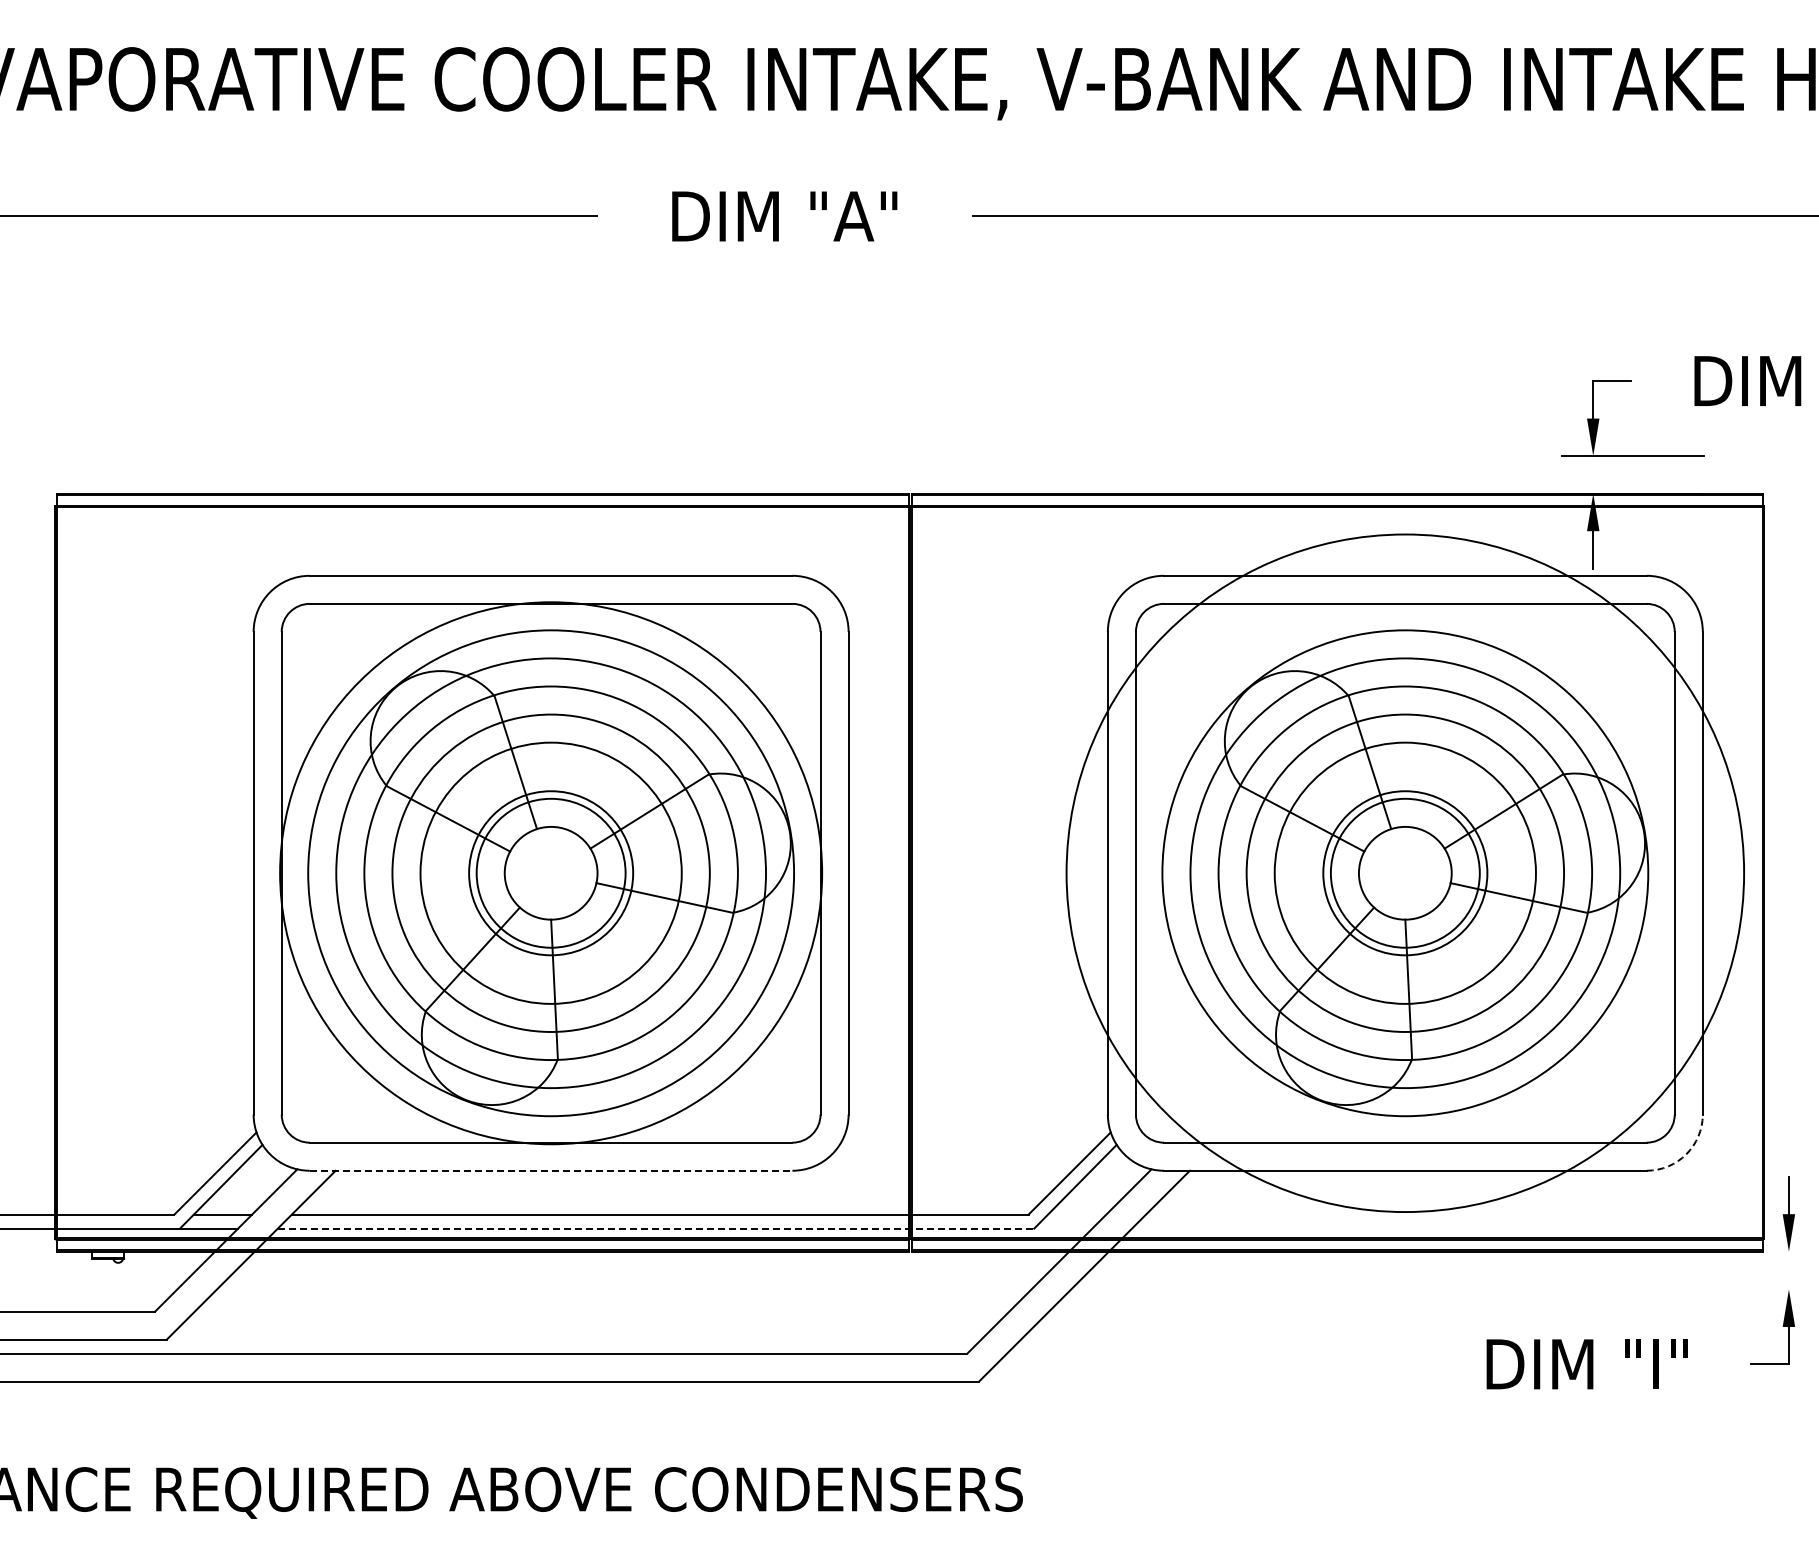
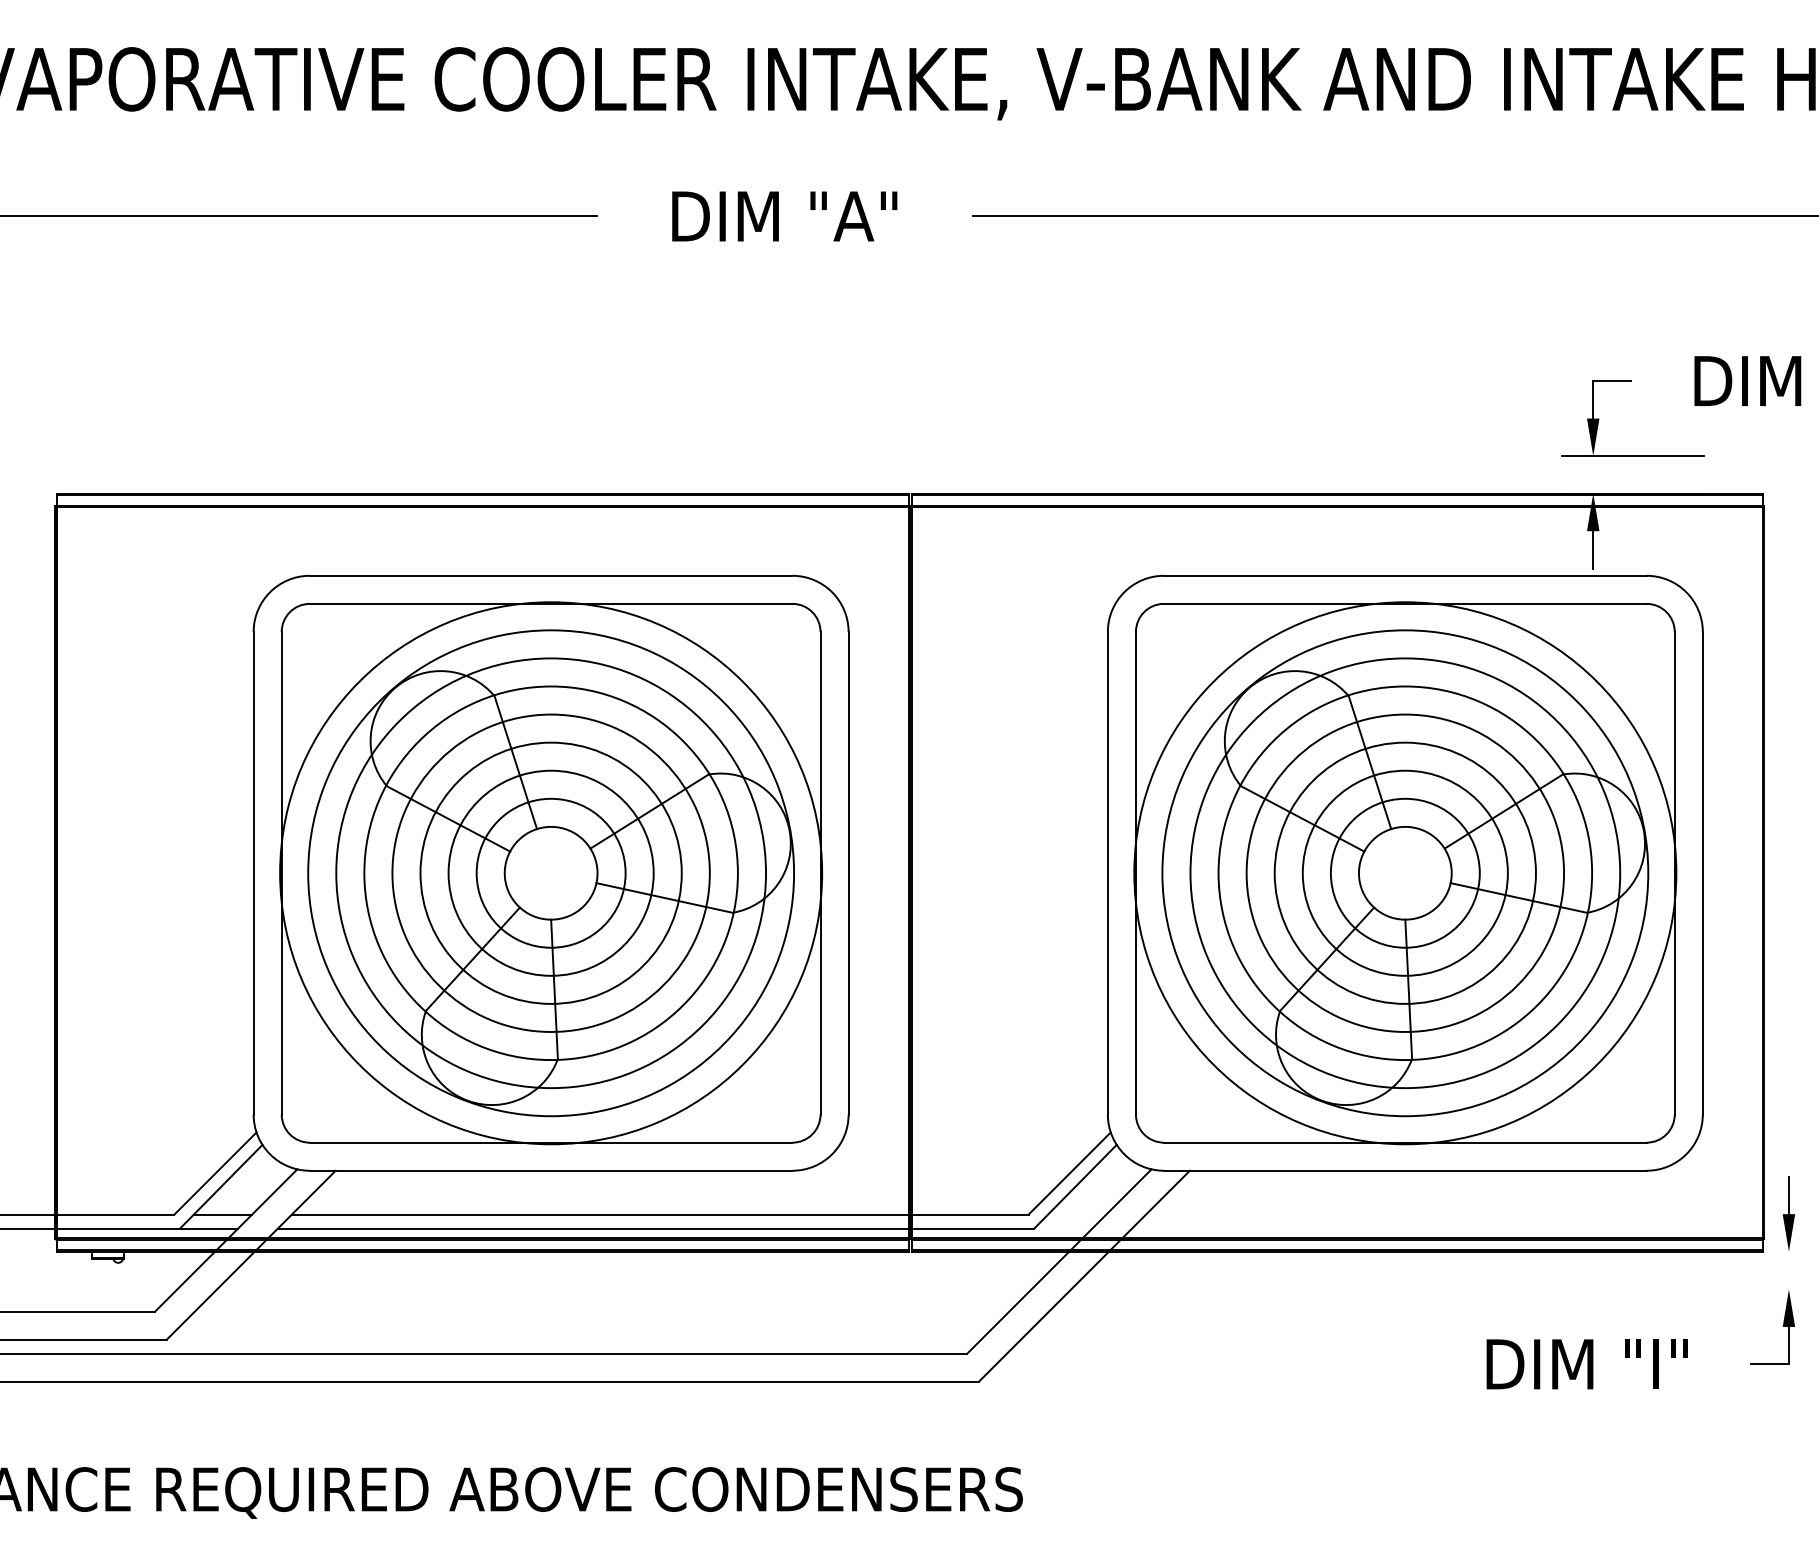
circle at (551, 873) diameter: 164 px -> 205 px
circle at (1405, 873) diameter: 164 px -> 205 px
circle at (1405, 873) diameter: 678 px -> 542 px
arc at (1686, 1154): dashed -> solid
line at (551, 1170): dashed -> solid
line at (656, 1228): dashed -> solid
